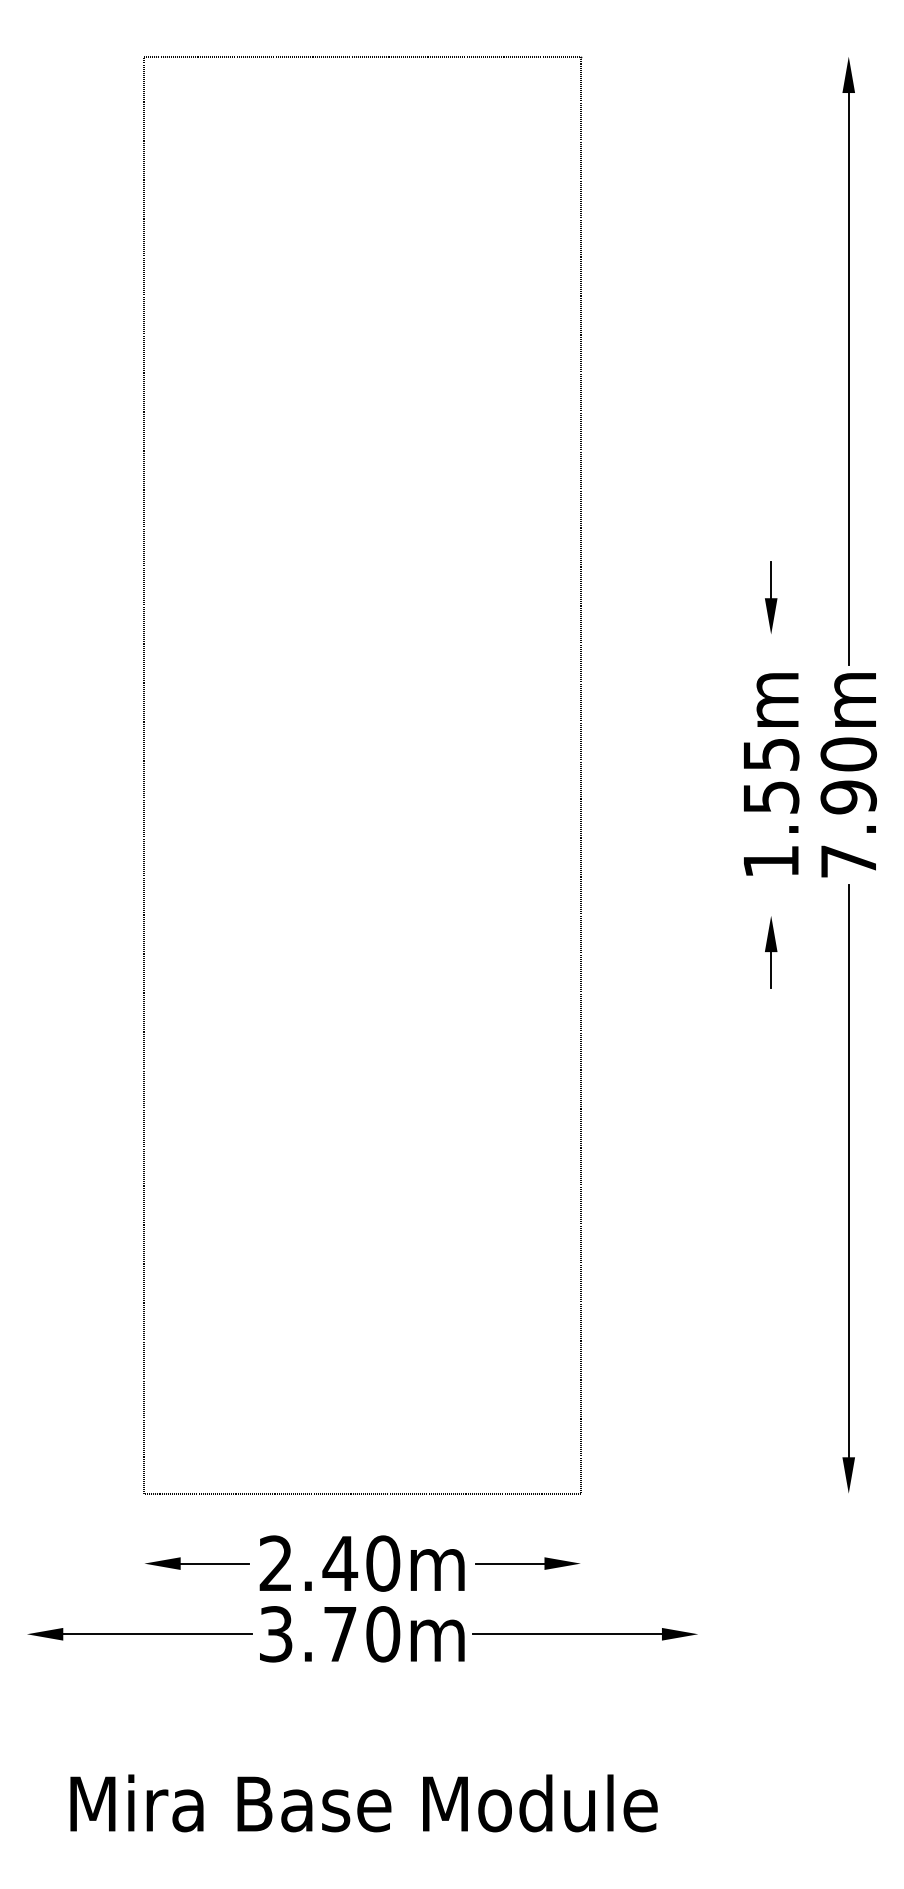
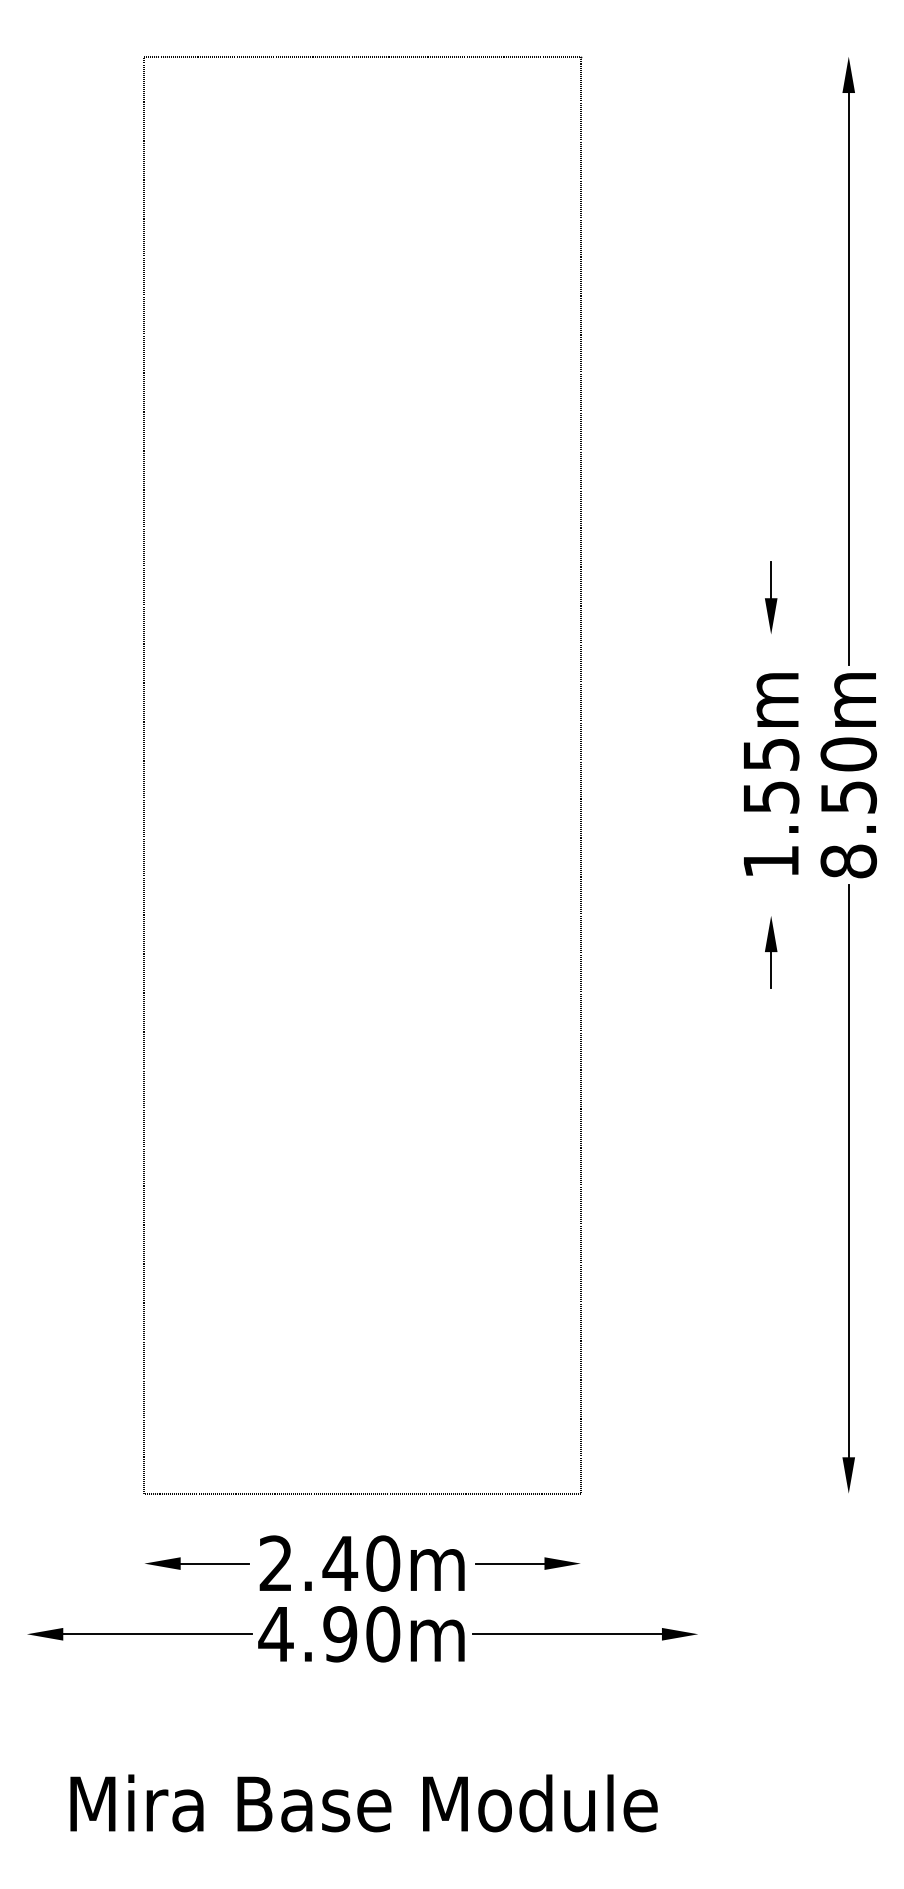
text at (848, 829): 7.90m -> 8.50m
text at (307, 1634): 3.70m -> 4.90m
